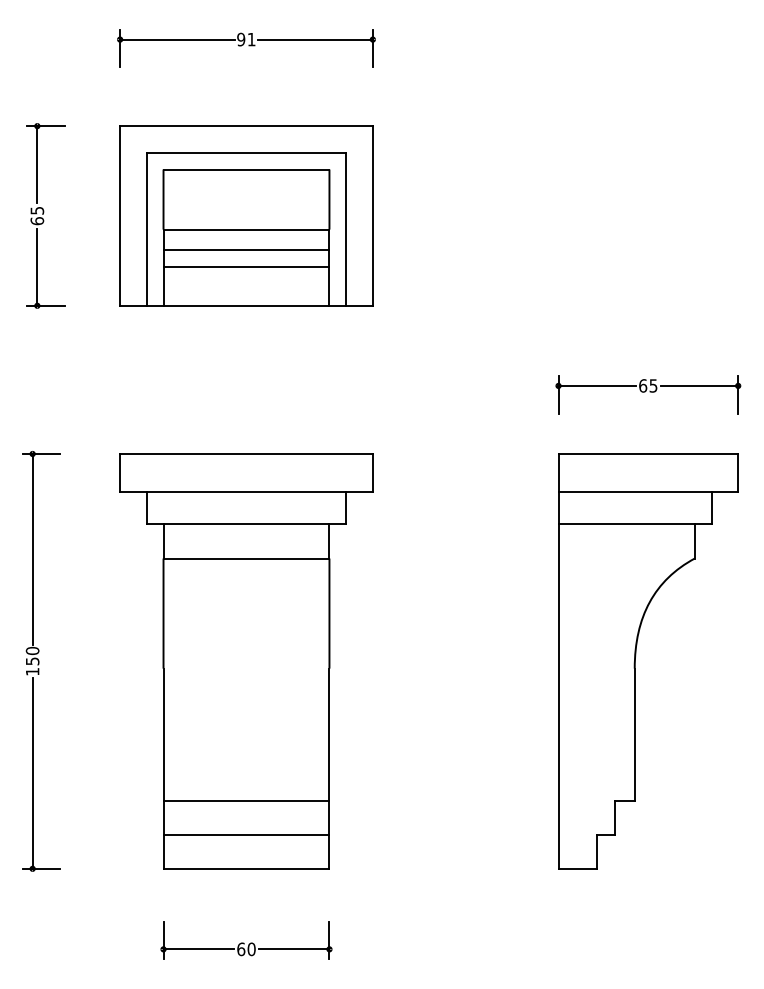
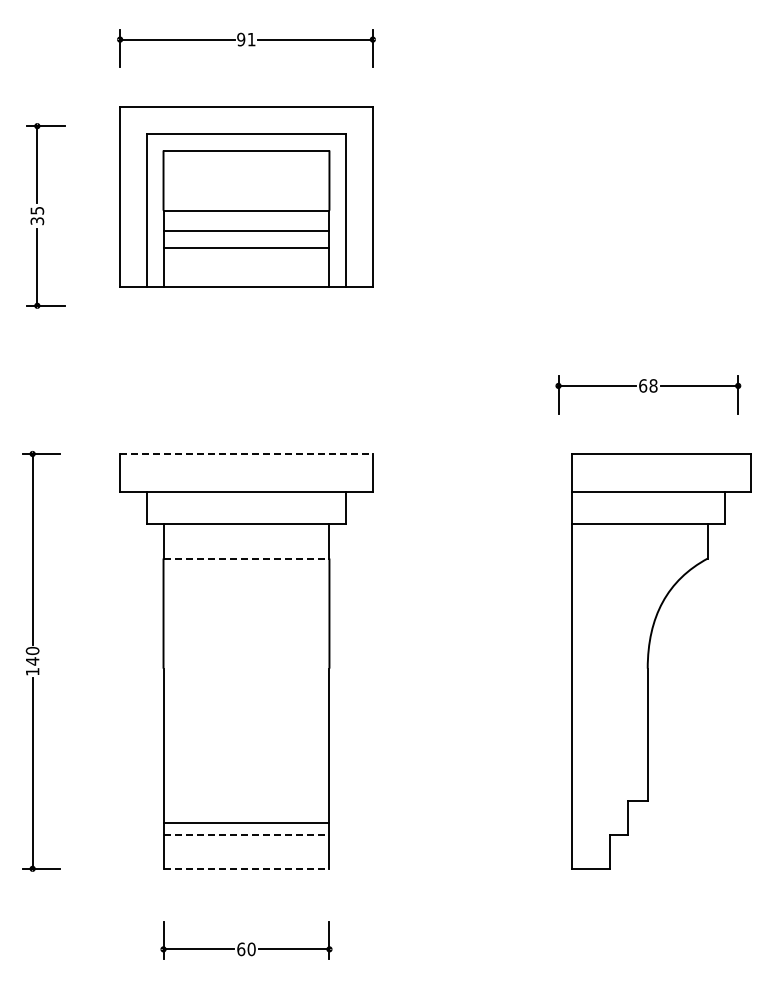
part at (246, 215) position: (246, 215) -> (246, 196)
text at (37, 221): 65 -> 35
text at (653, 385): 65 -> 68
line at (246, 453): solid -> dashed
line at (246, 558): solid -> dashed
text at (32, 661): 150 -> 140
part at (635, 661) position: (635, 661) -> (648, 661)
line at (246, 800) position: (246, 800) -> (246, 822)
line at (246, 835): solid -> dashed
line at (246, 868): solid -> dashed
